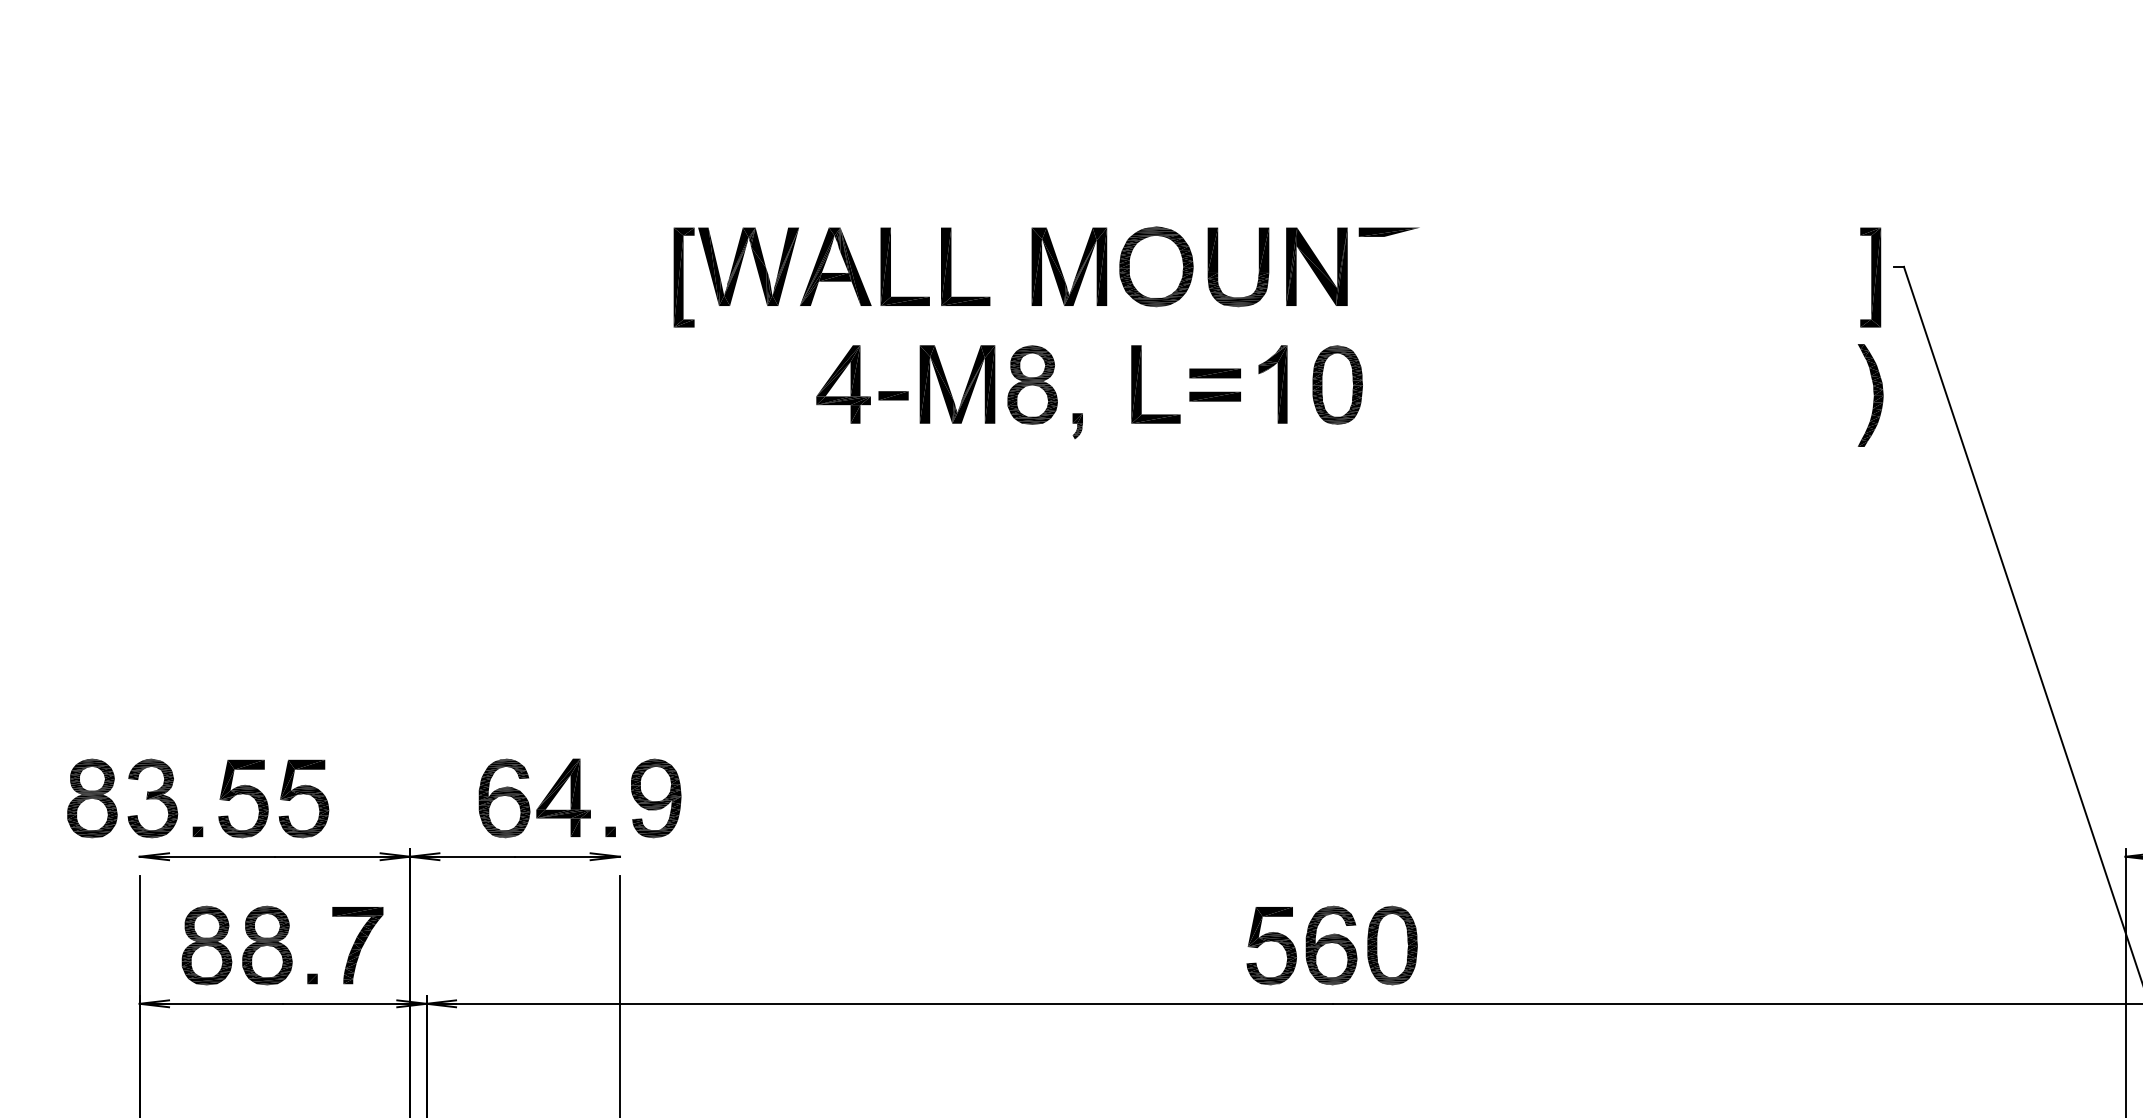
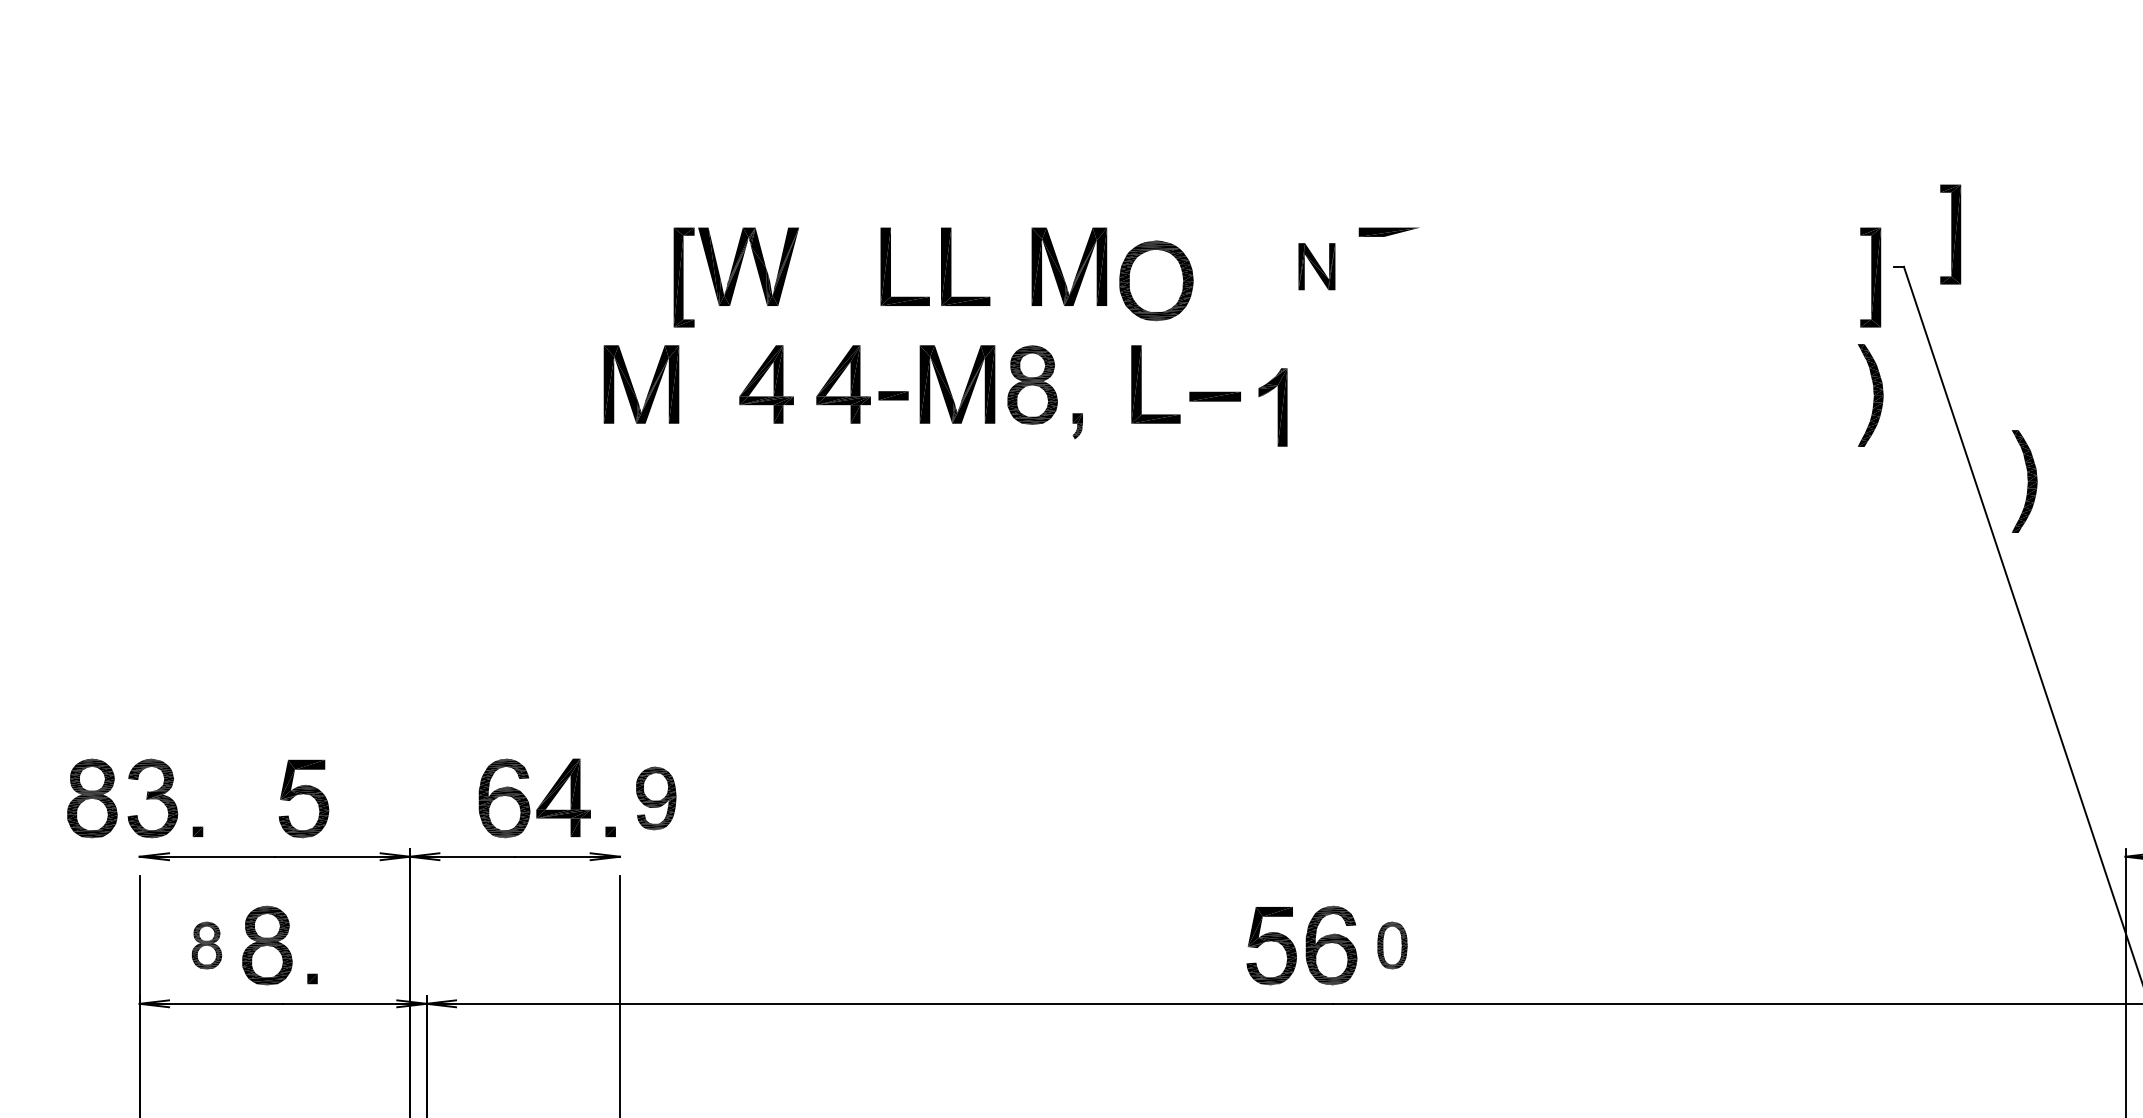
part at (1950, 234): none -> present
part at (835, 266): present -> none
part at (1156, 266) position: (1156, 266) -> (1156, 280)
part at (1316, 266) size: 62x79 px -> 38x48 px
part at (1218, 267): present -> none
part at (1214, 373): present -> none
part at (766, 384): none -> present
part at (1272, 384) position: (1272, 384) -> (1272, 407)
part at (1337, 384): present -> none
part at (633, 387): none -> present
part at (2024, 481): none -> present
part at (243, 798): present -> none
part at (656, 798) size: 51x81 px -> 41x65 px
part at (206, 945) size: 52x81 px -> 31x49 px
part at (357, 945): present -> none
part at (1392, 945) size: 51x81 px -> 31x49 px
